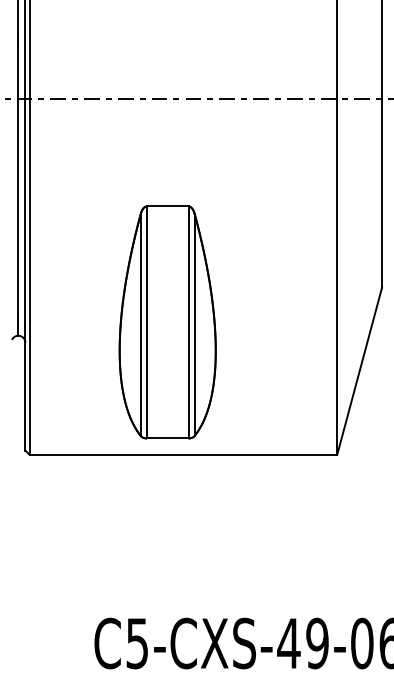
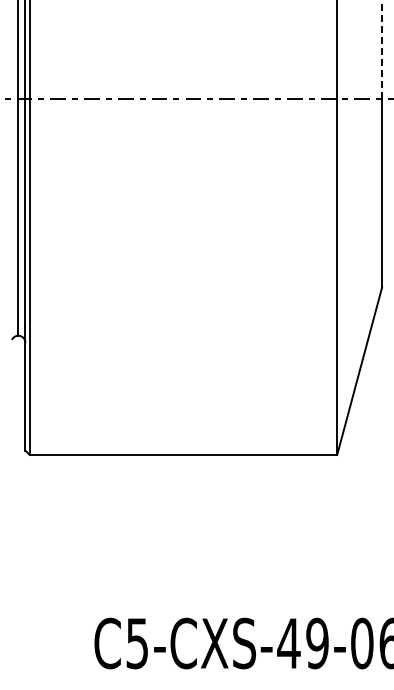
line at (382, 49): solid -> dashed
part at (167, 322): present -> none
